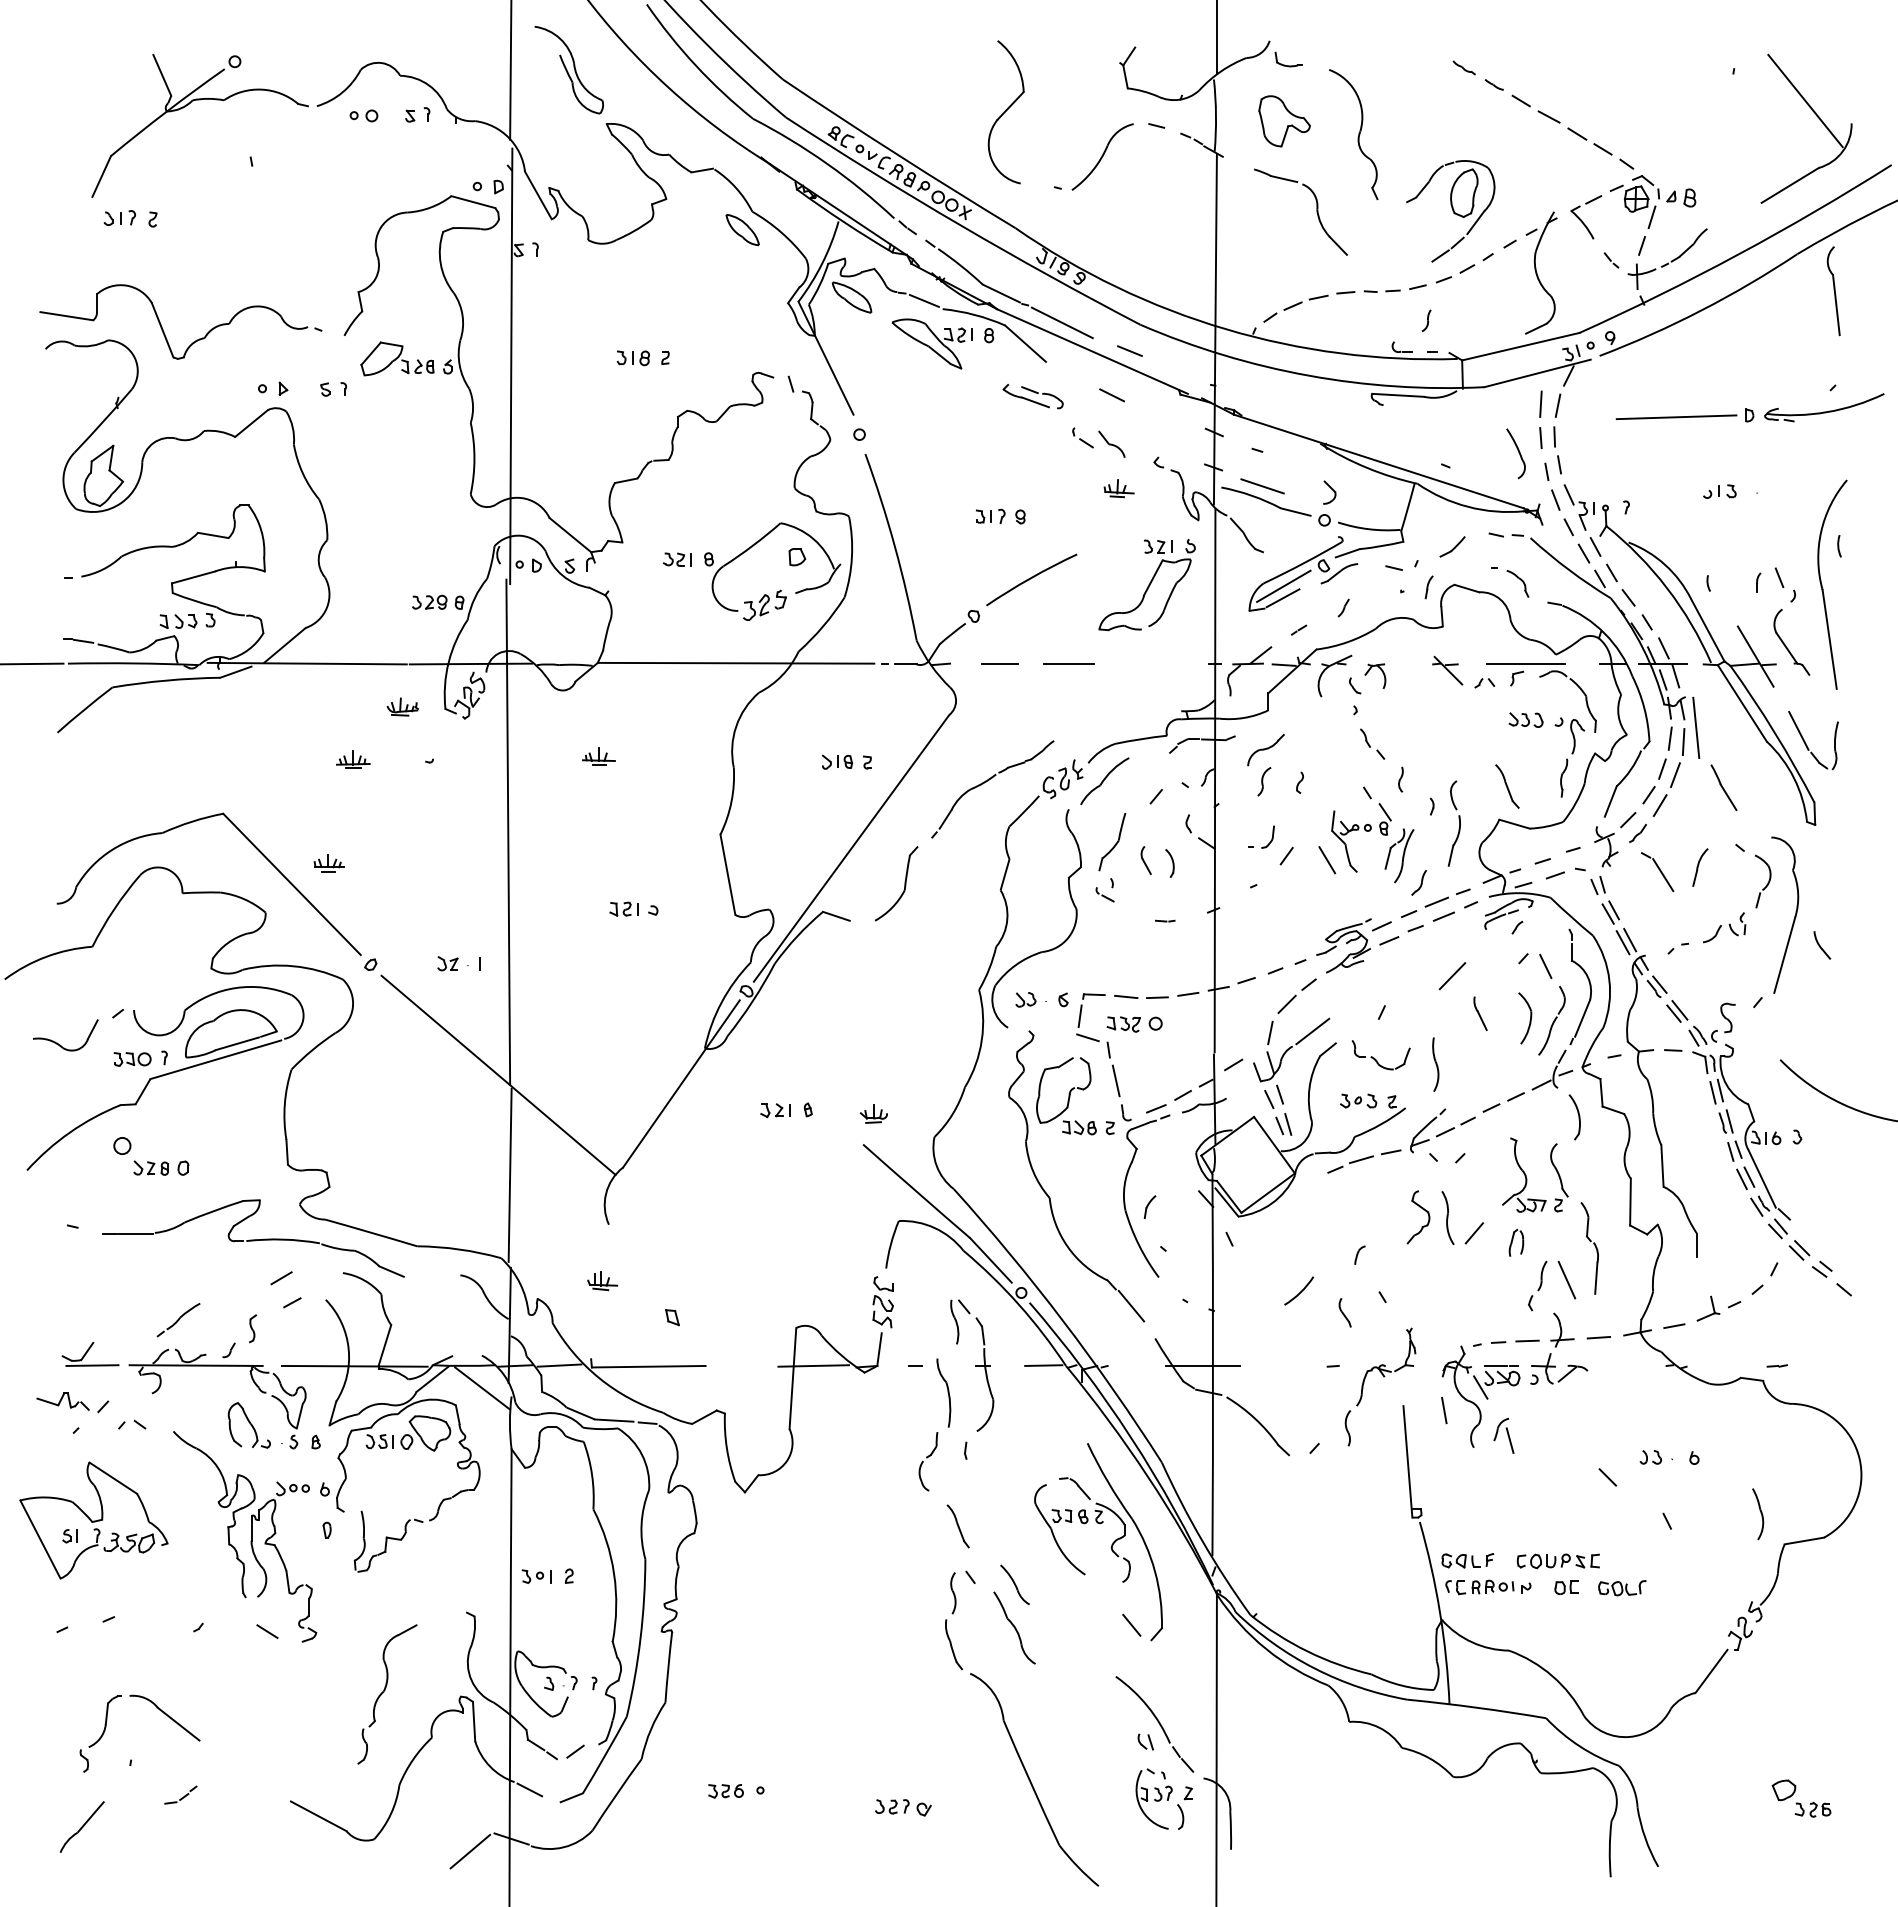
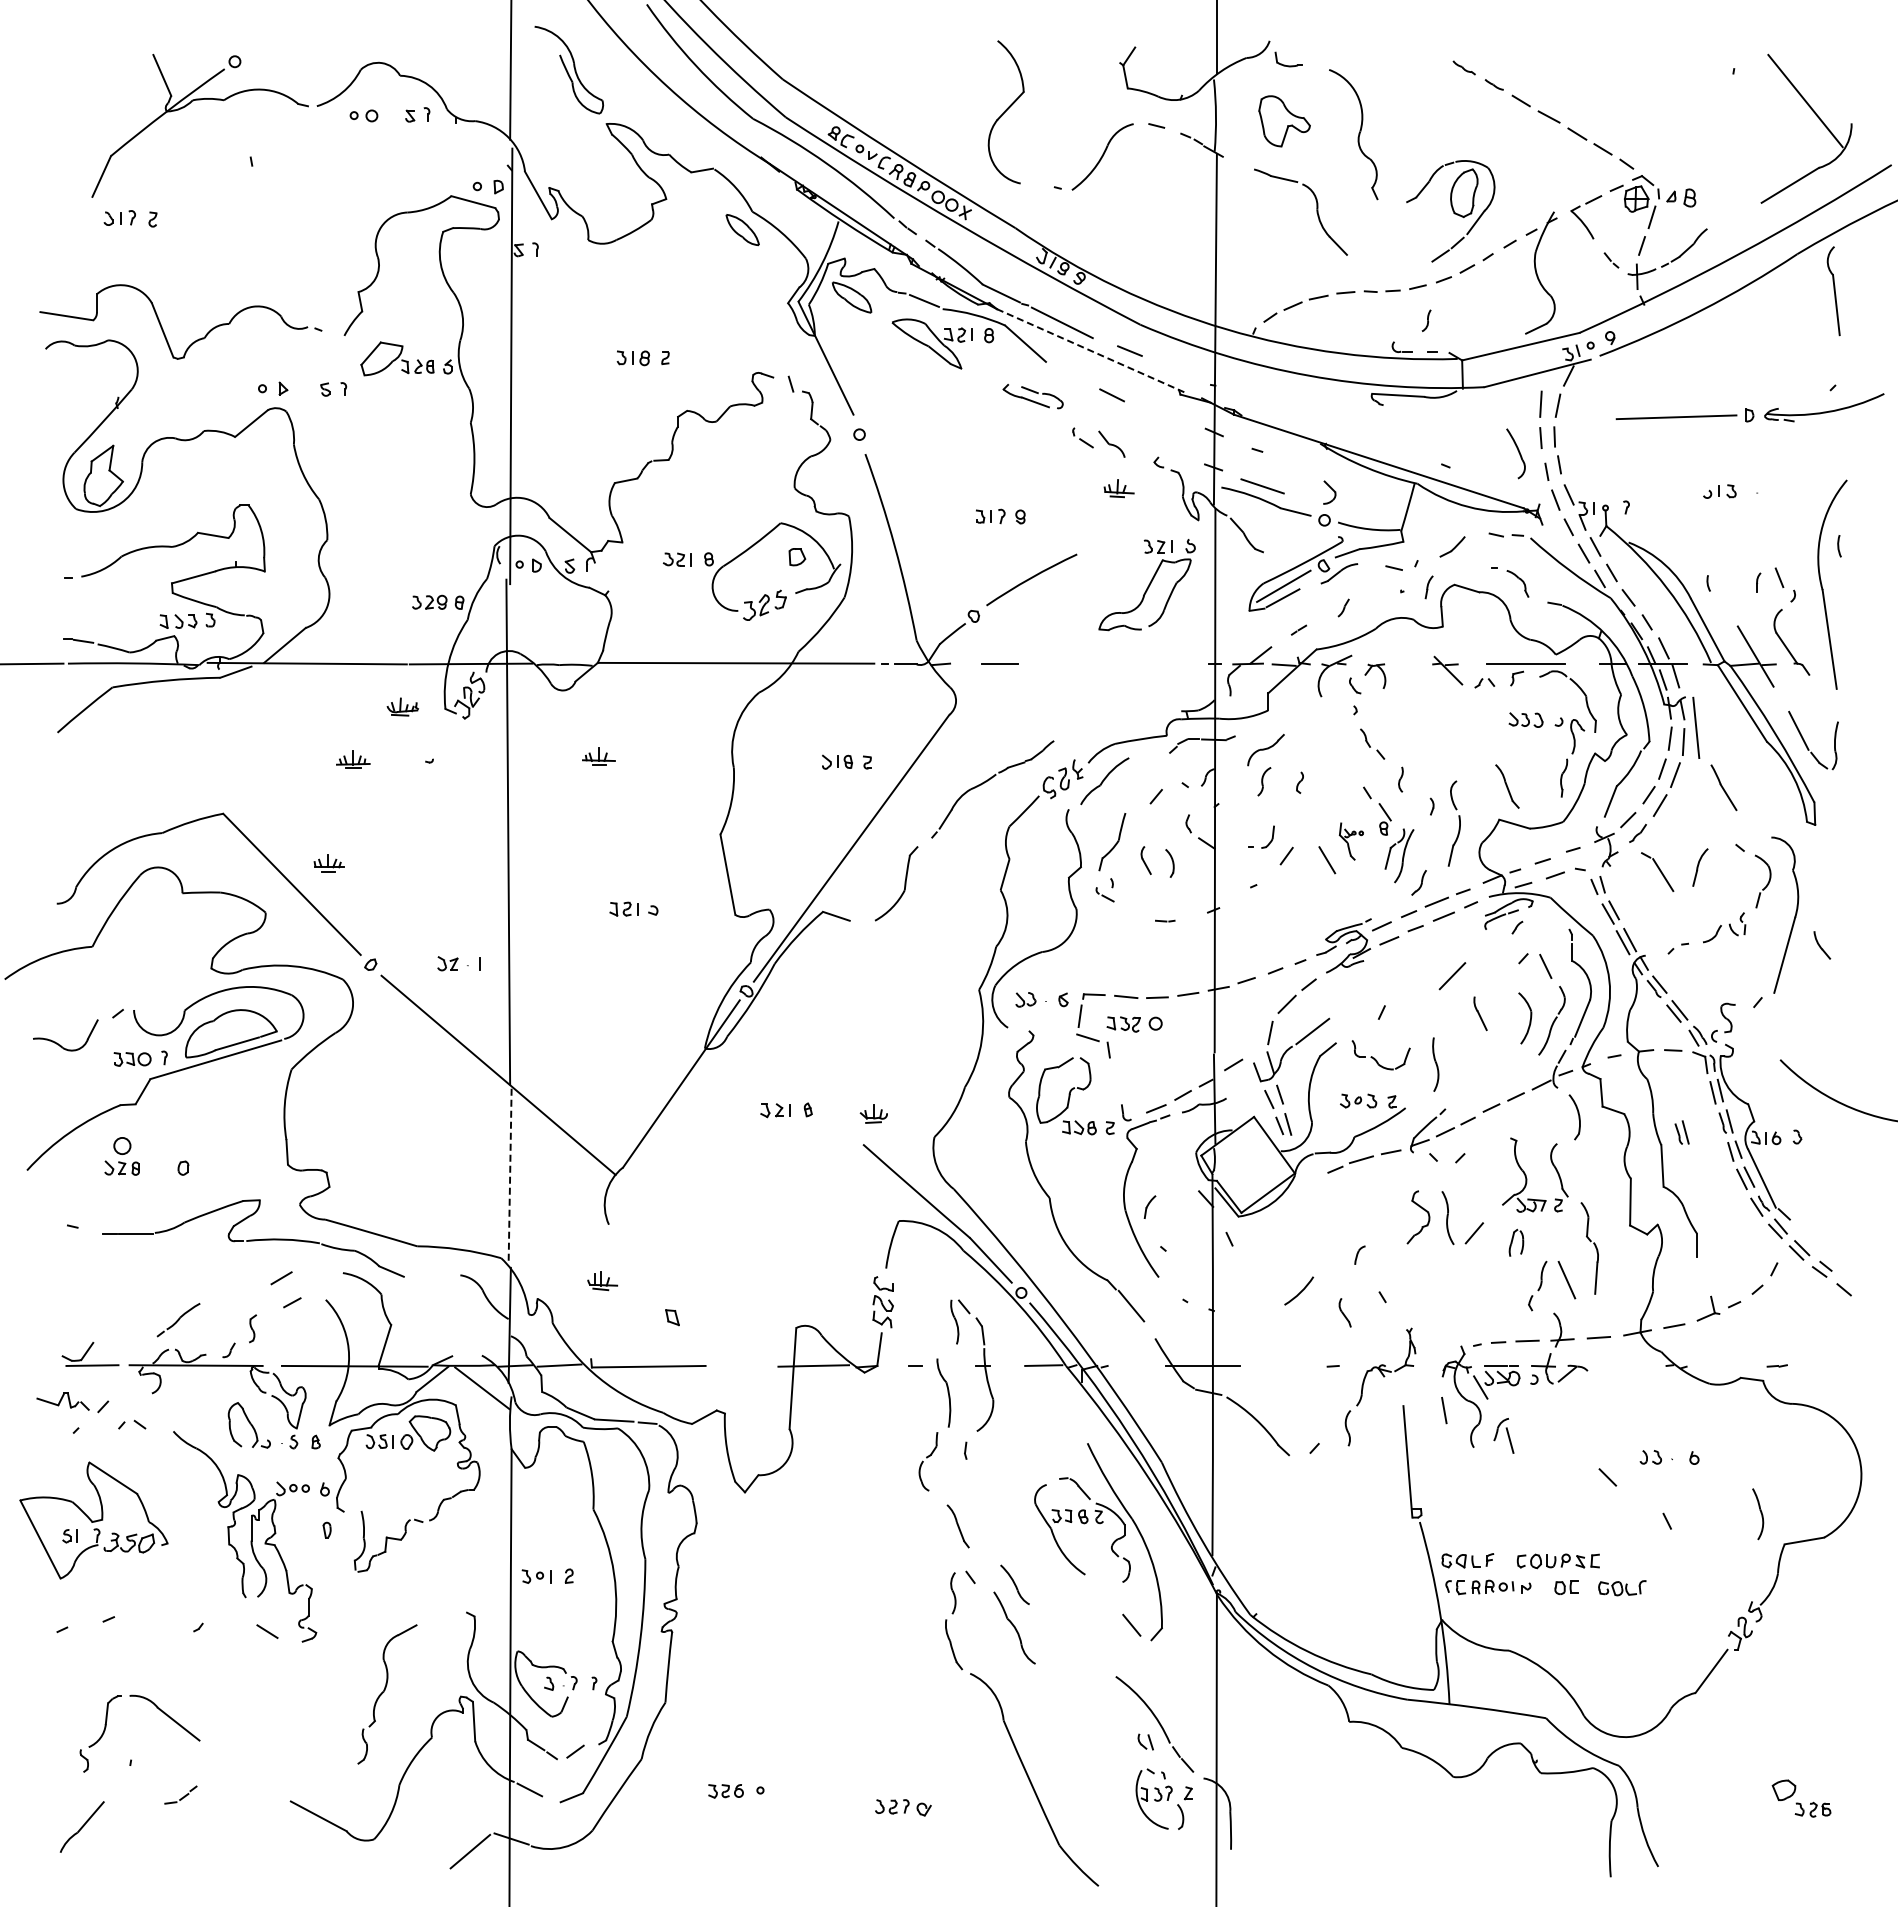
line at (1092, 351): solid -> dashed
line at (1068, 664): present -> none
part at (1351, 841) size: 41x63 px -> 26x39 px
line at (1115, 1080): present -> none
part at (1681, 1132): none -> present
part at (150, 1167) position: (150, 1167) -> (121, 1167)
line at (510, 1175): solid -> dashed
